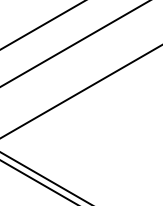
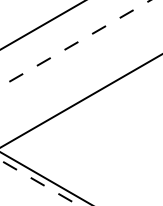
line at (75, 43): solid -> dashed
line at (80, 91) position: (80, 91) -> (80, 100)
line at (39, 182): solid -> dashed
